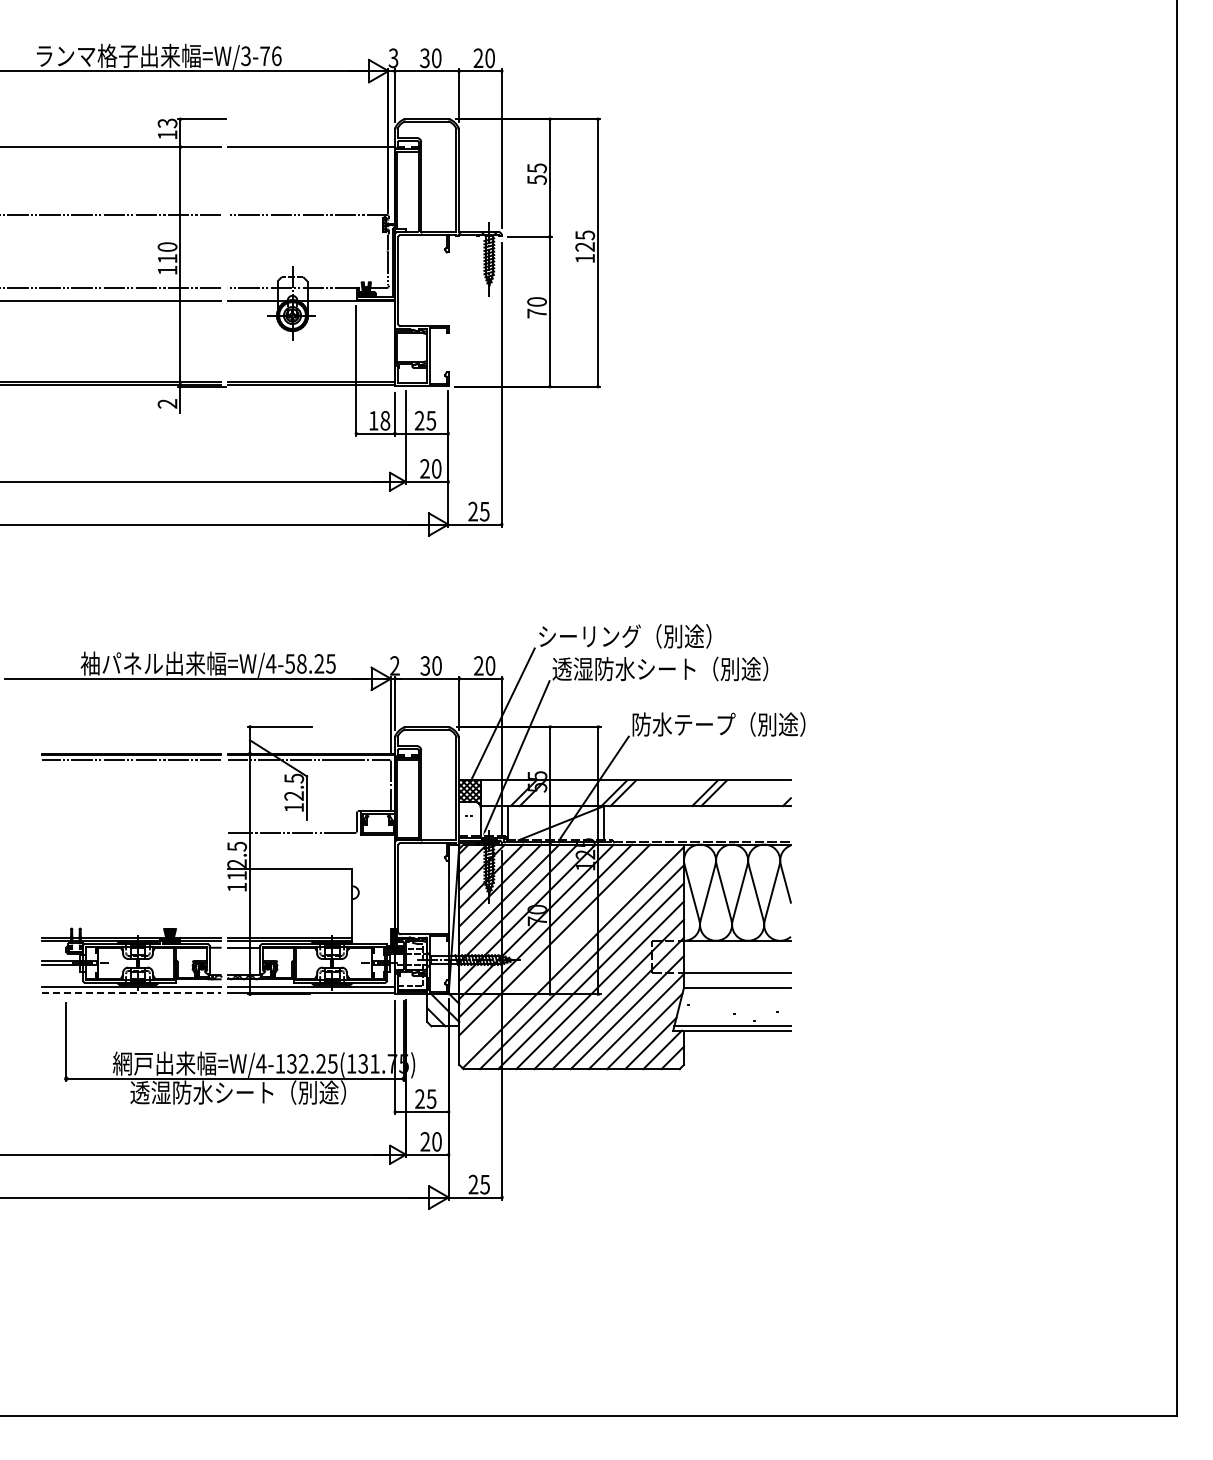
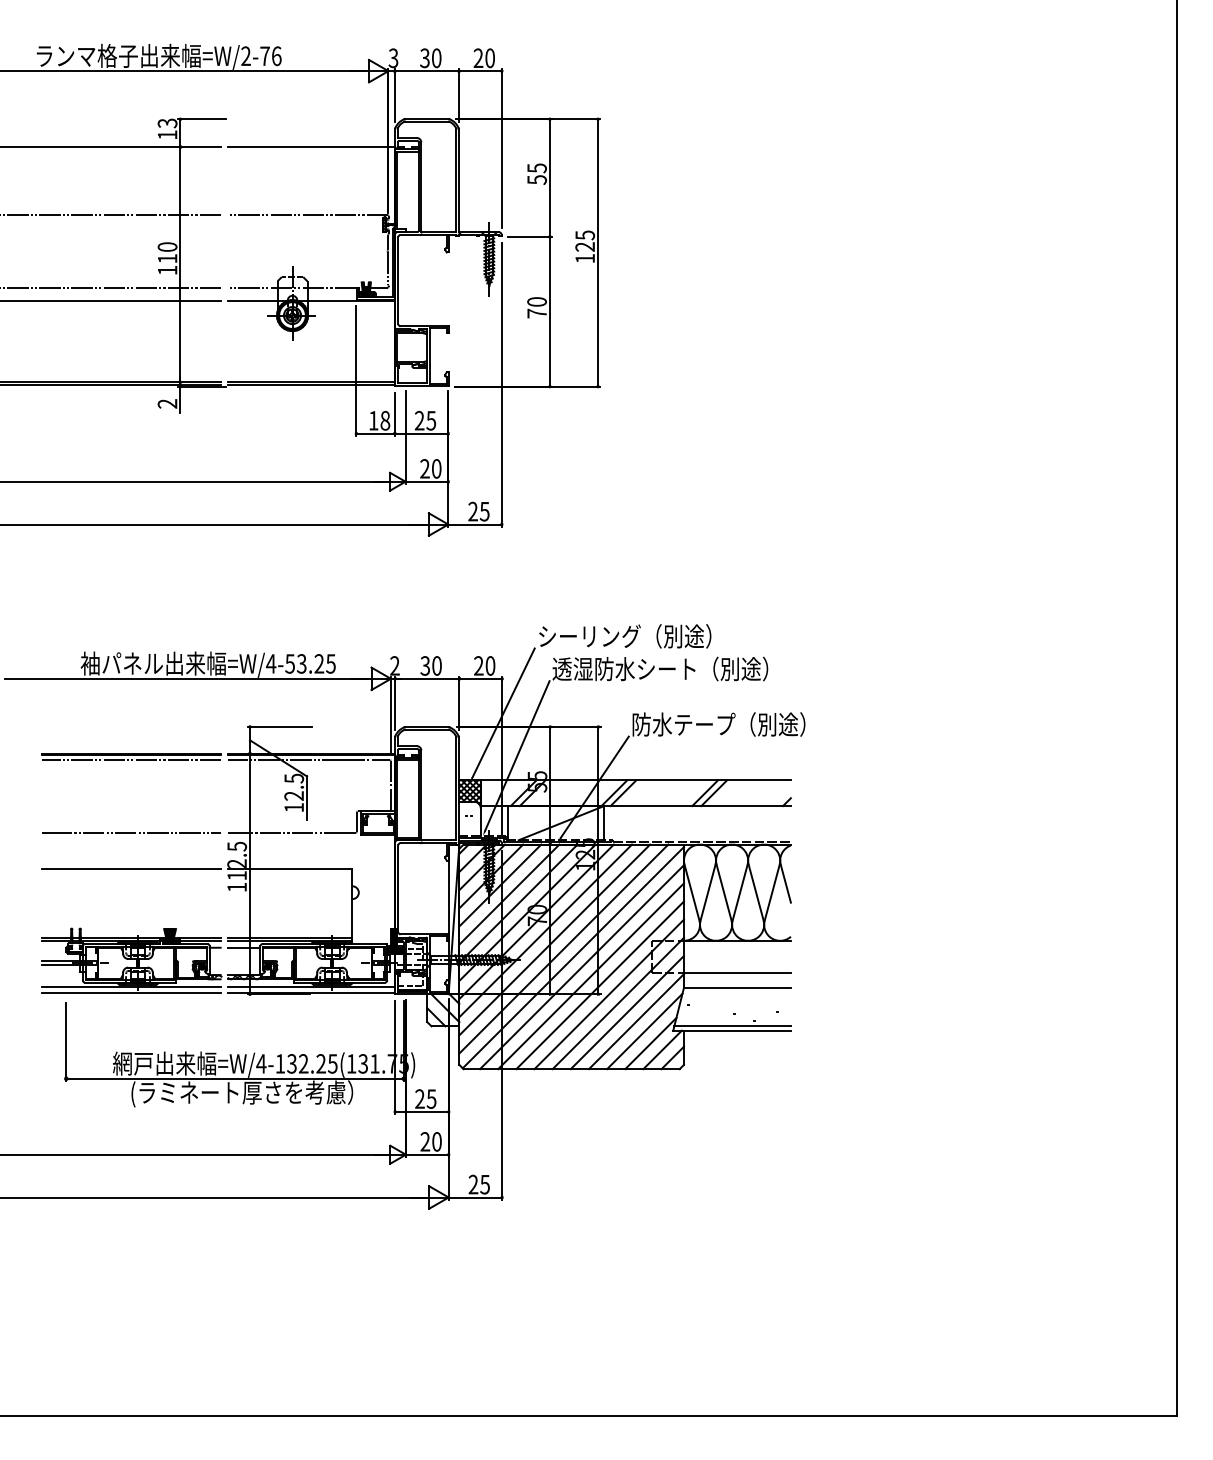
text at (245, 56): =W/3-76 -> =W/2-76
text at (301, 663): =W/4-58.25 -> =W/4-53.25
line at (131, 832): none -> present
line at (131, 869): none -> present
line at (563, 948): none -> present
line at (132, 993): dashed -> solid
text at (241, 1093): 透湿防水シート（別途） -> (ラミネート厚さを考慮）
